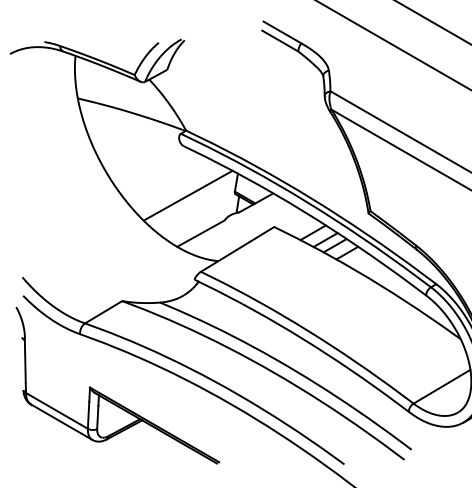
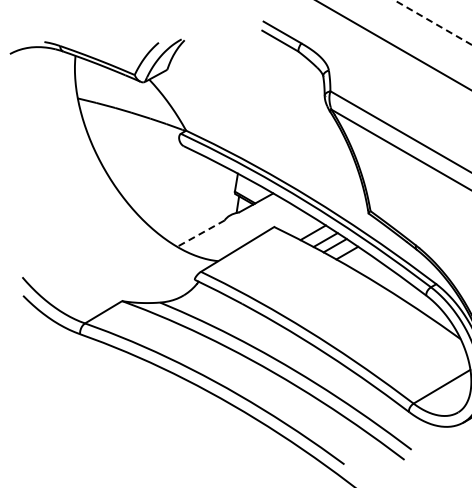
line at (433, 22): solid -> dashed
line at (187, 195): present -> none
line at (200, 233): solid -> dashed
part at (111, 398): present -> none
